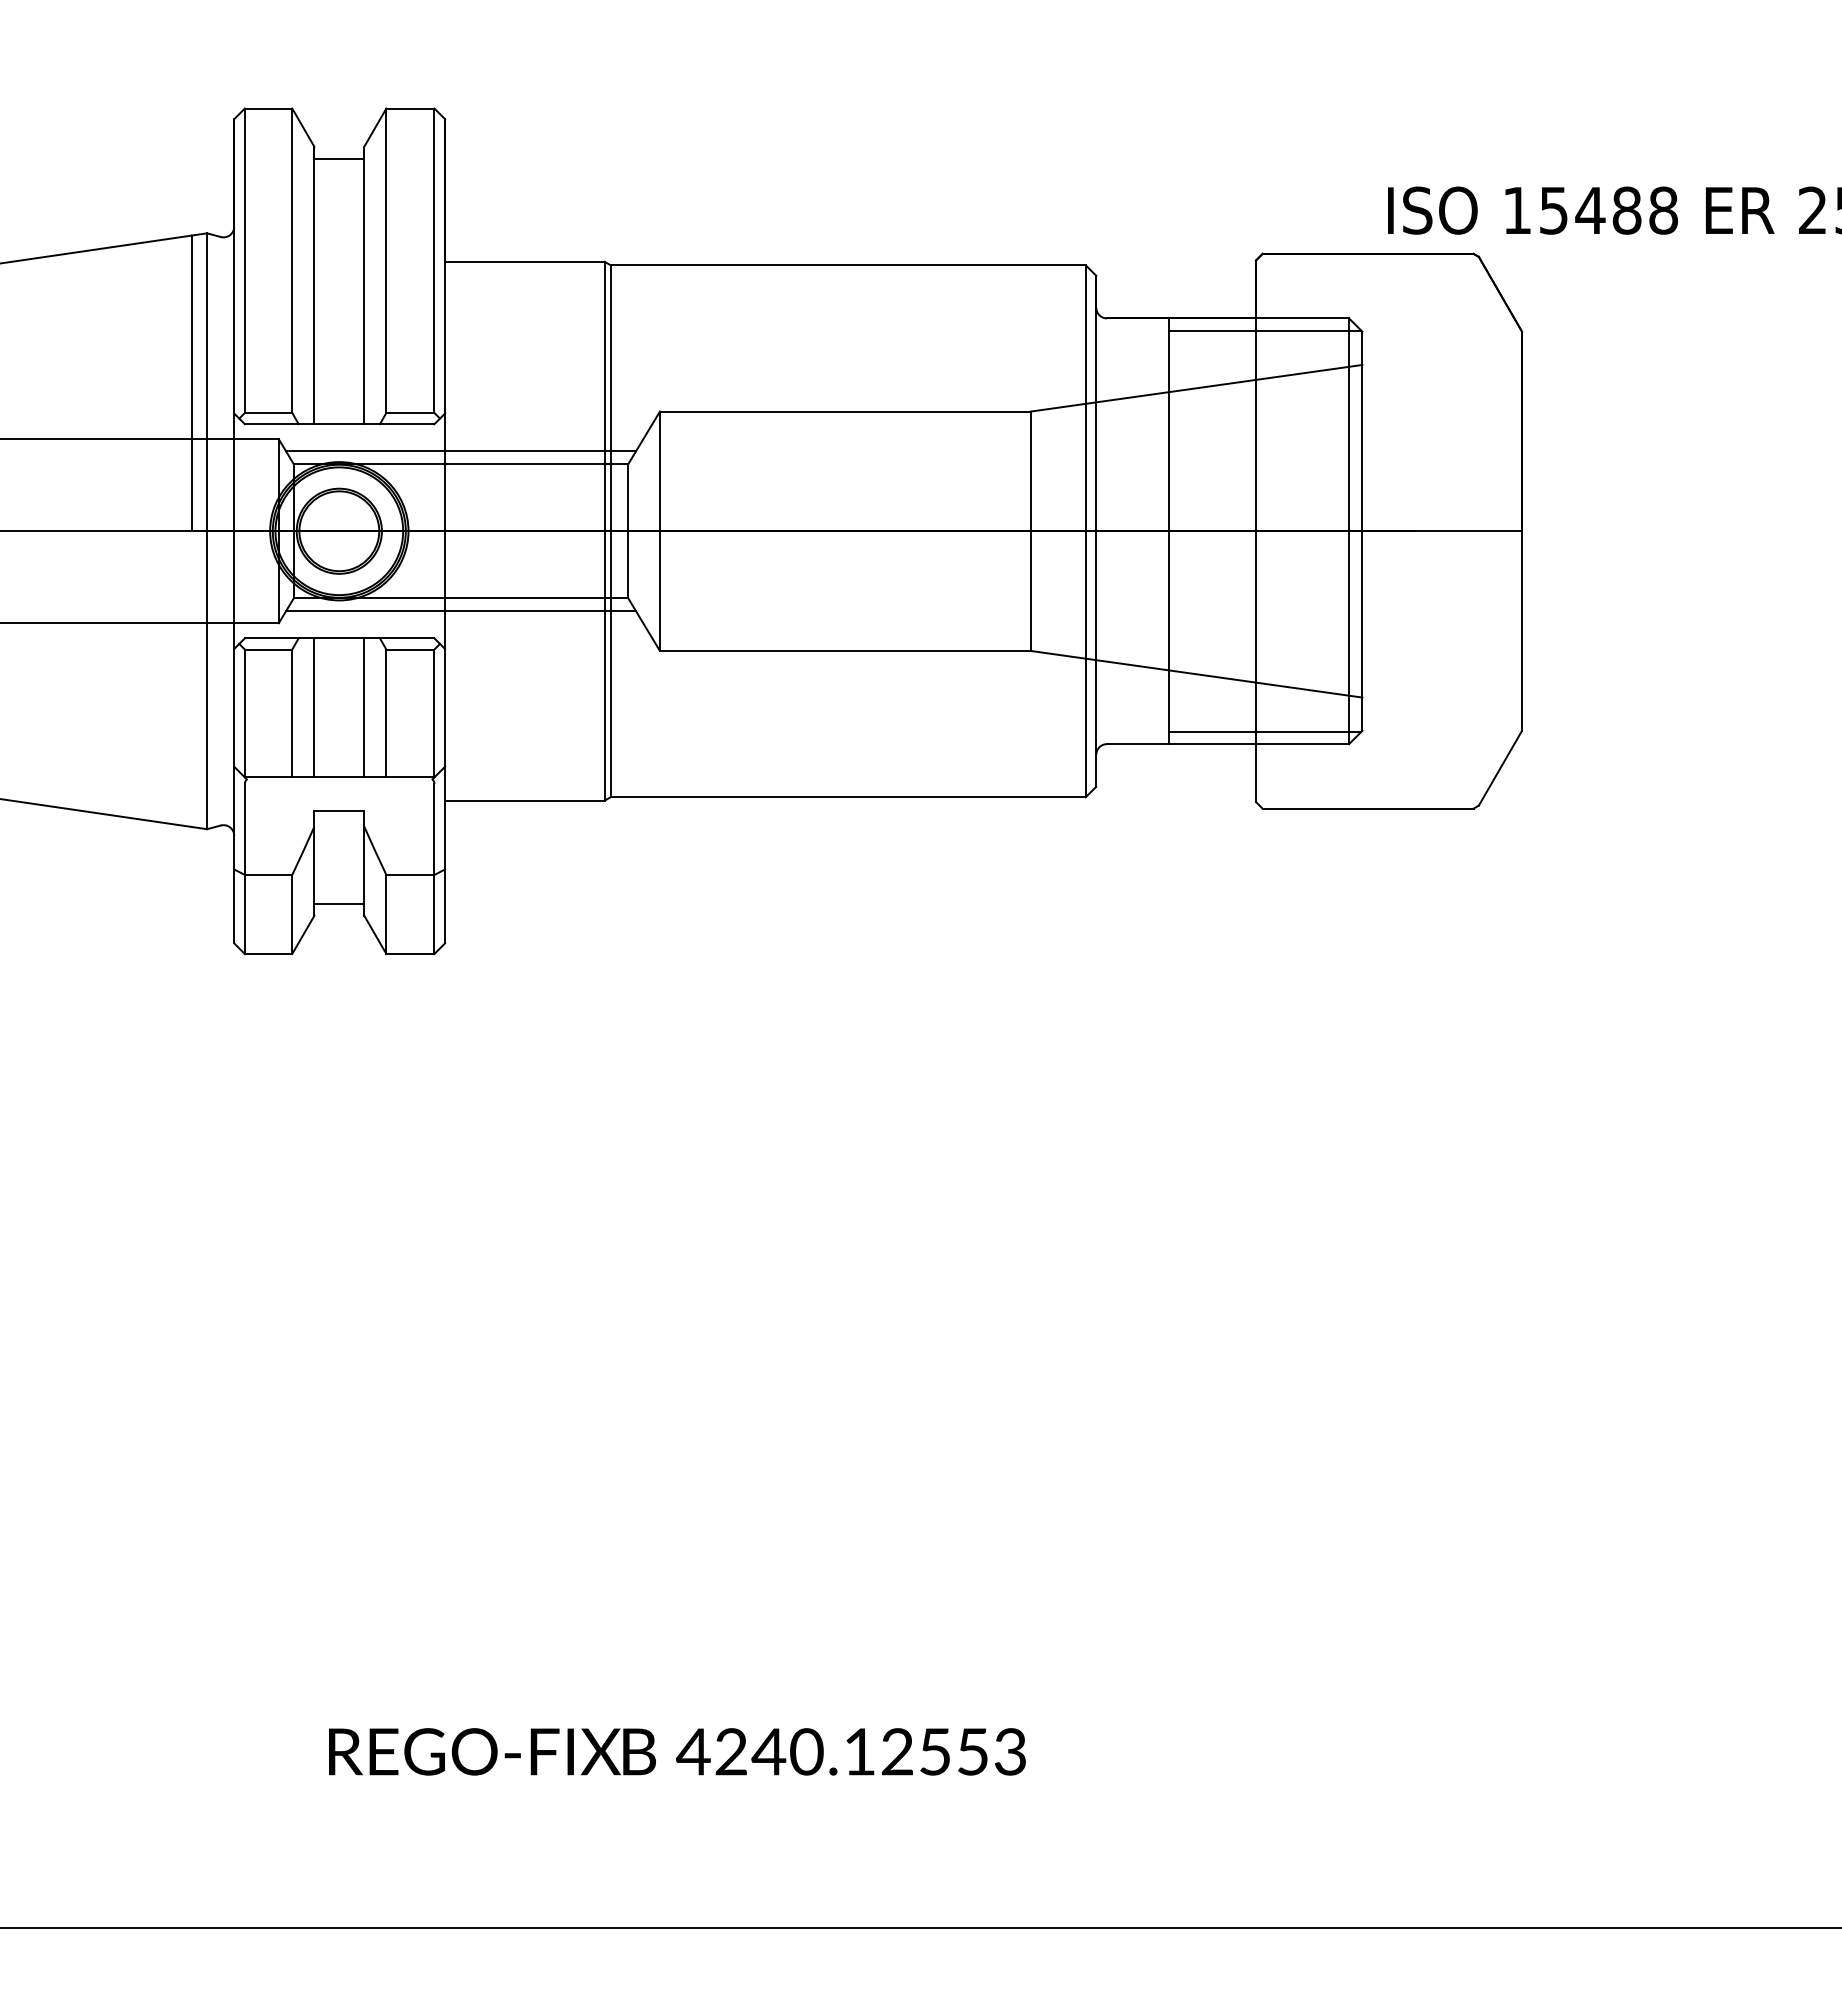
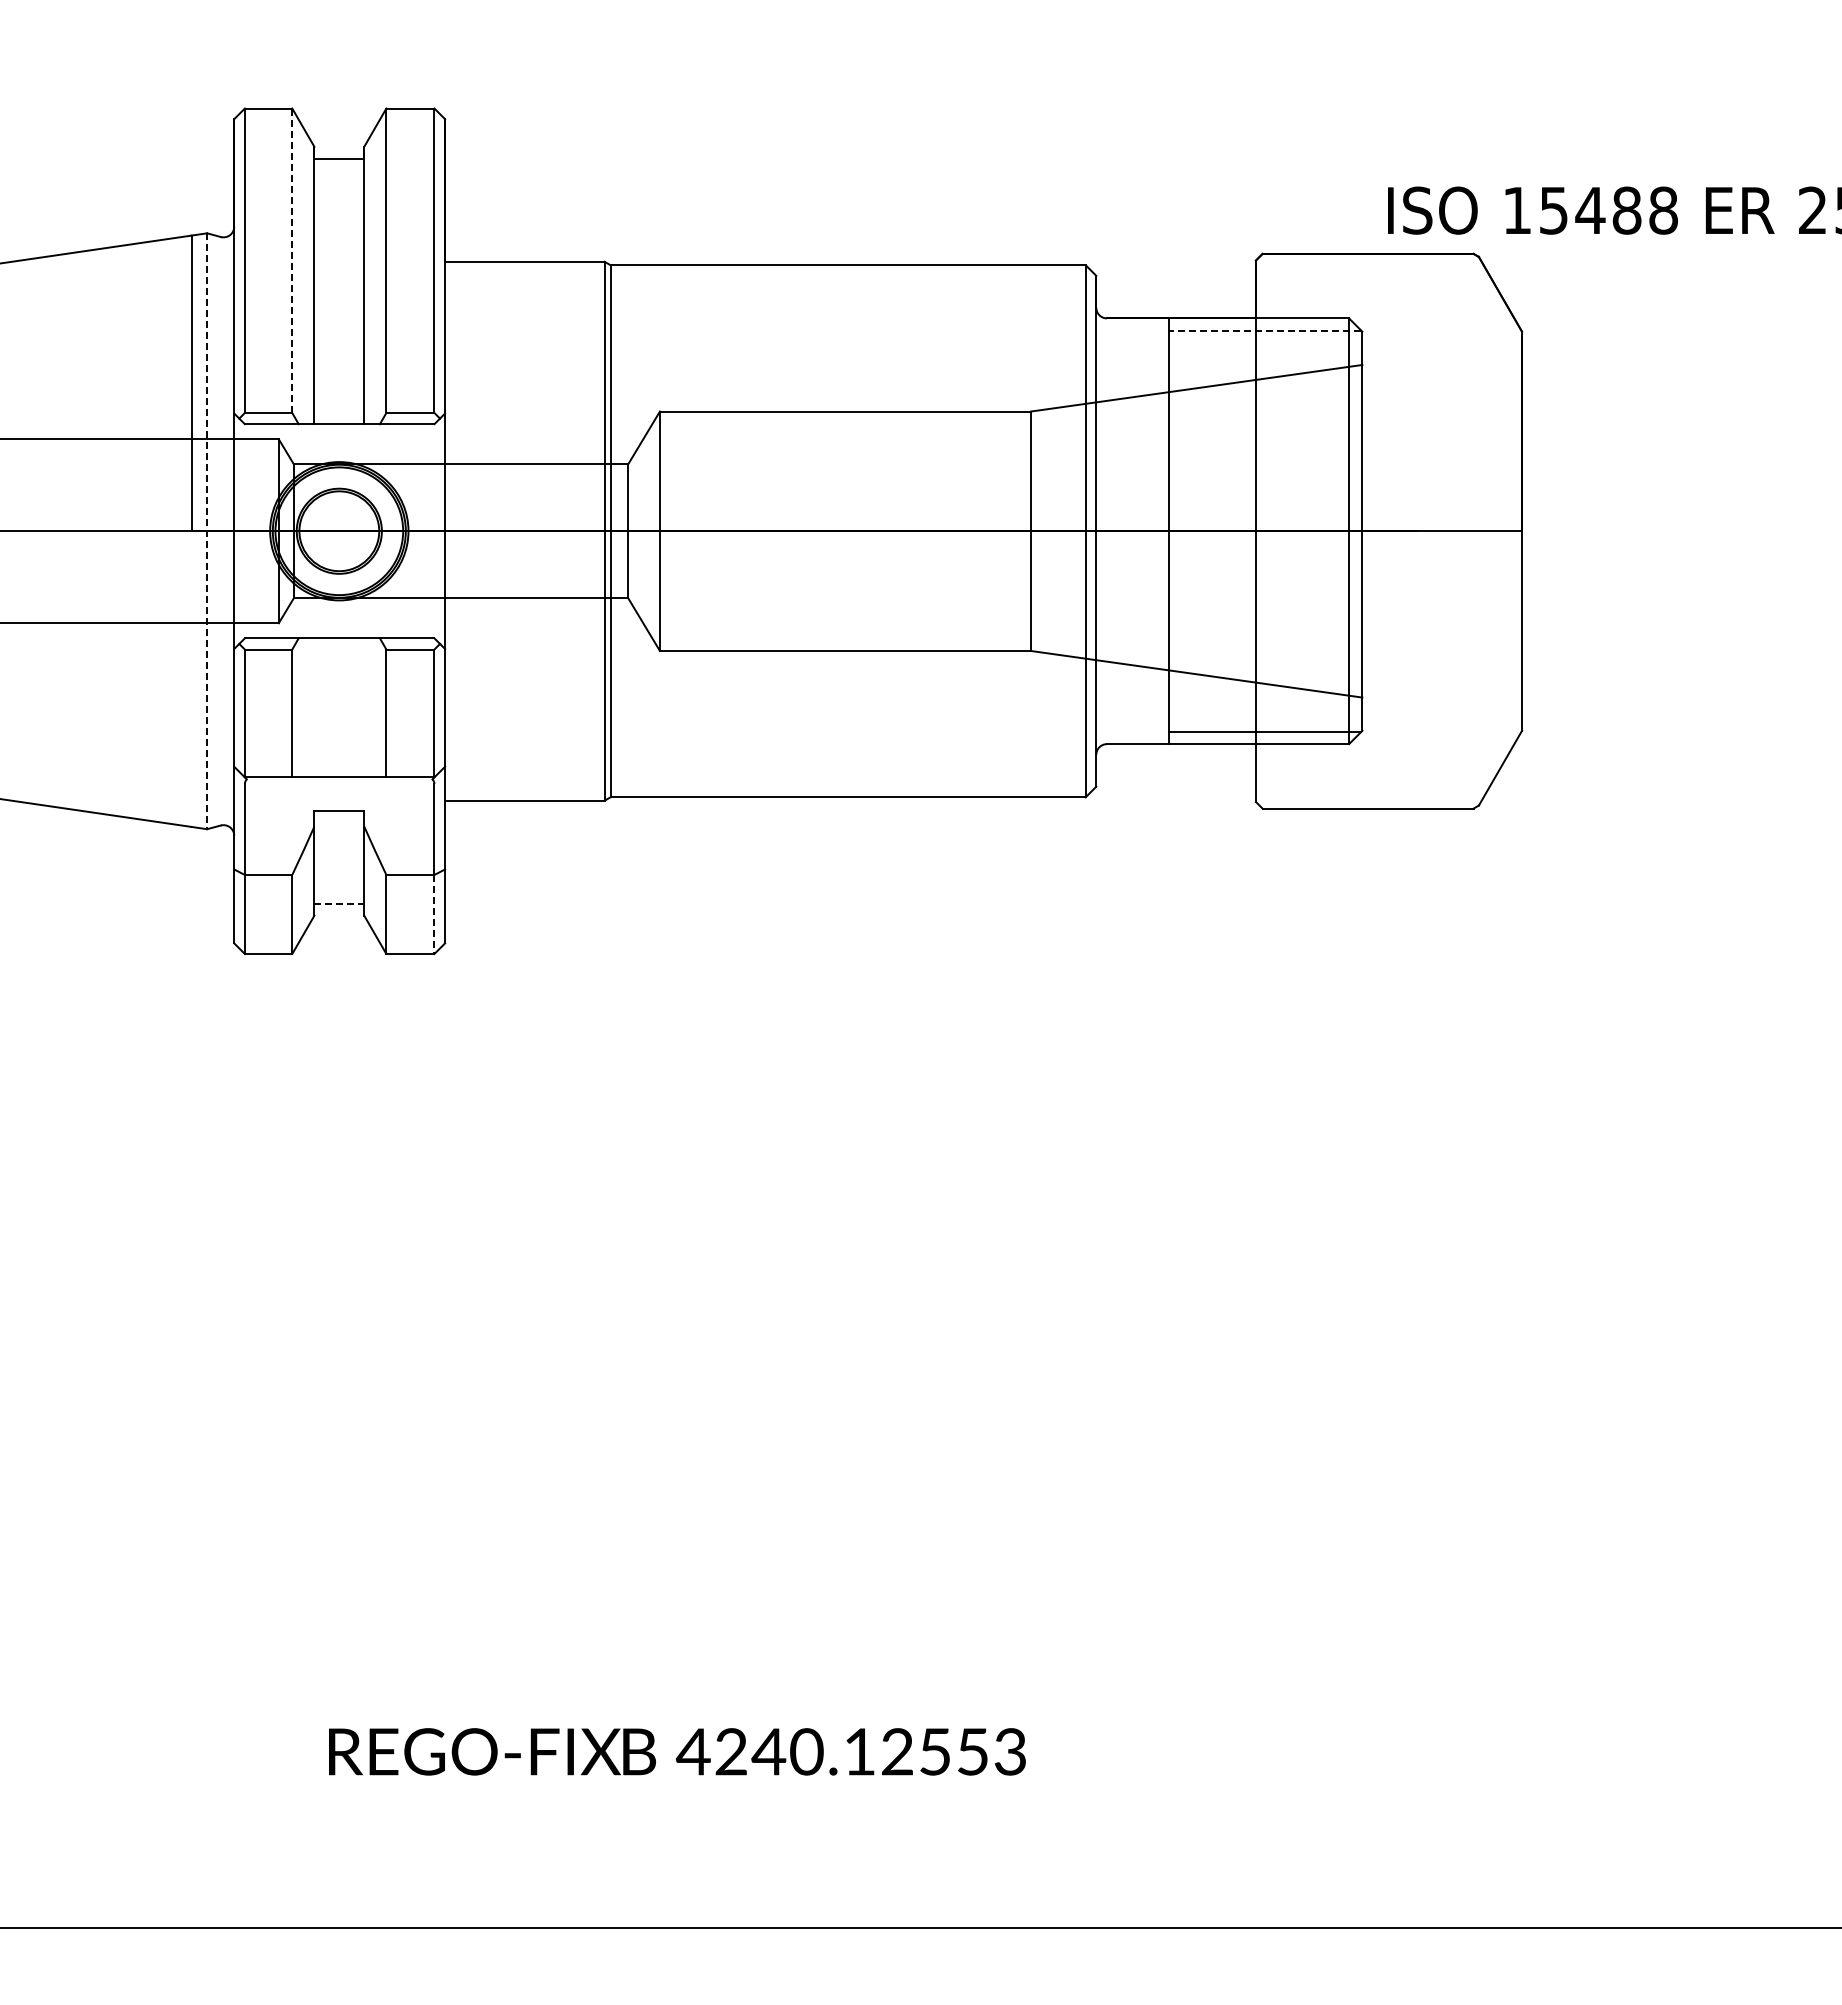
line at (292, 261): solid -> dashed
line at (1265, 330): solid -> dashed
line at (460, 451): present -> none
line at (207, 531): solid -> dashed
line at (460, 611): present -> none
line at (314, 707): present -> none
line at (364, 707): present -> none
line at (339, 903): solid -> dashed
line at (434, 914): solid -> dashed
